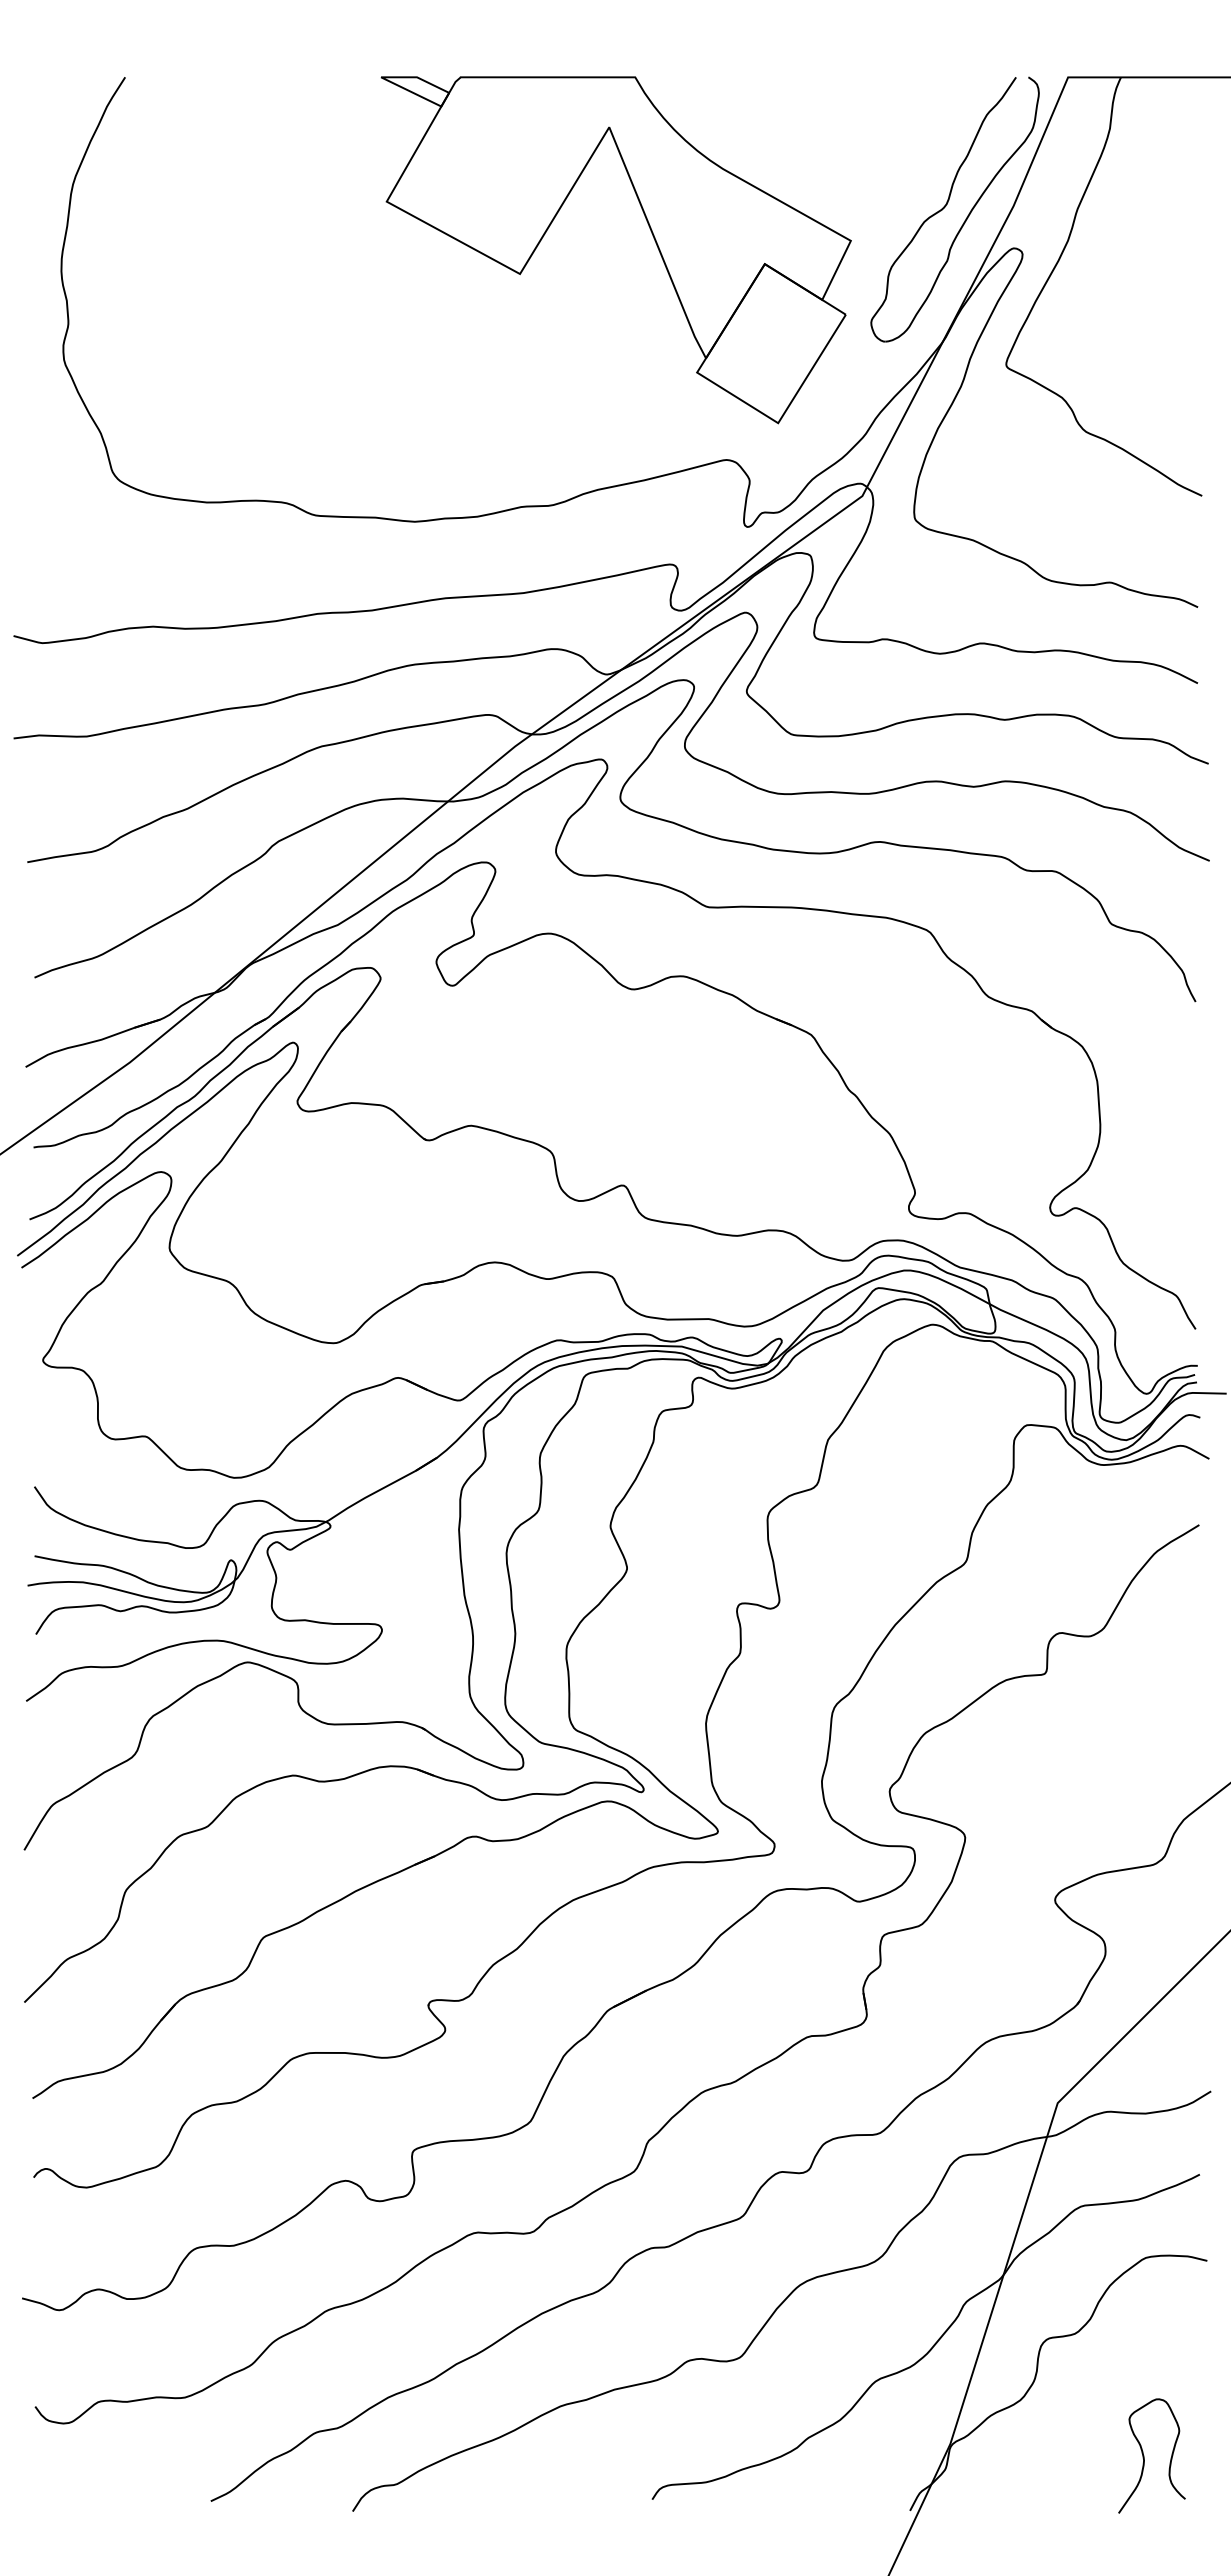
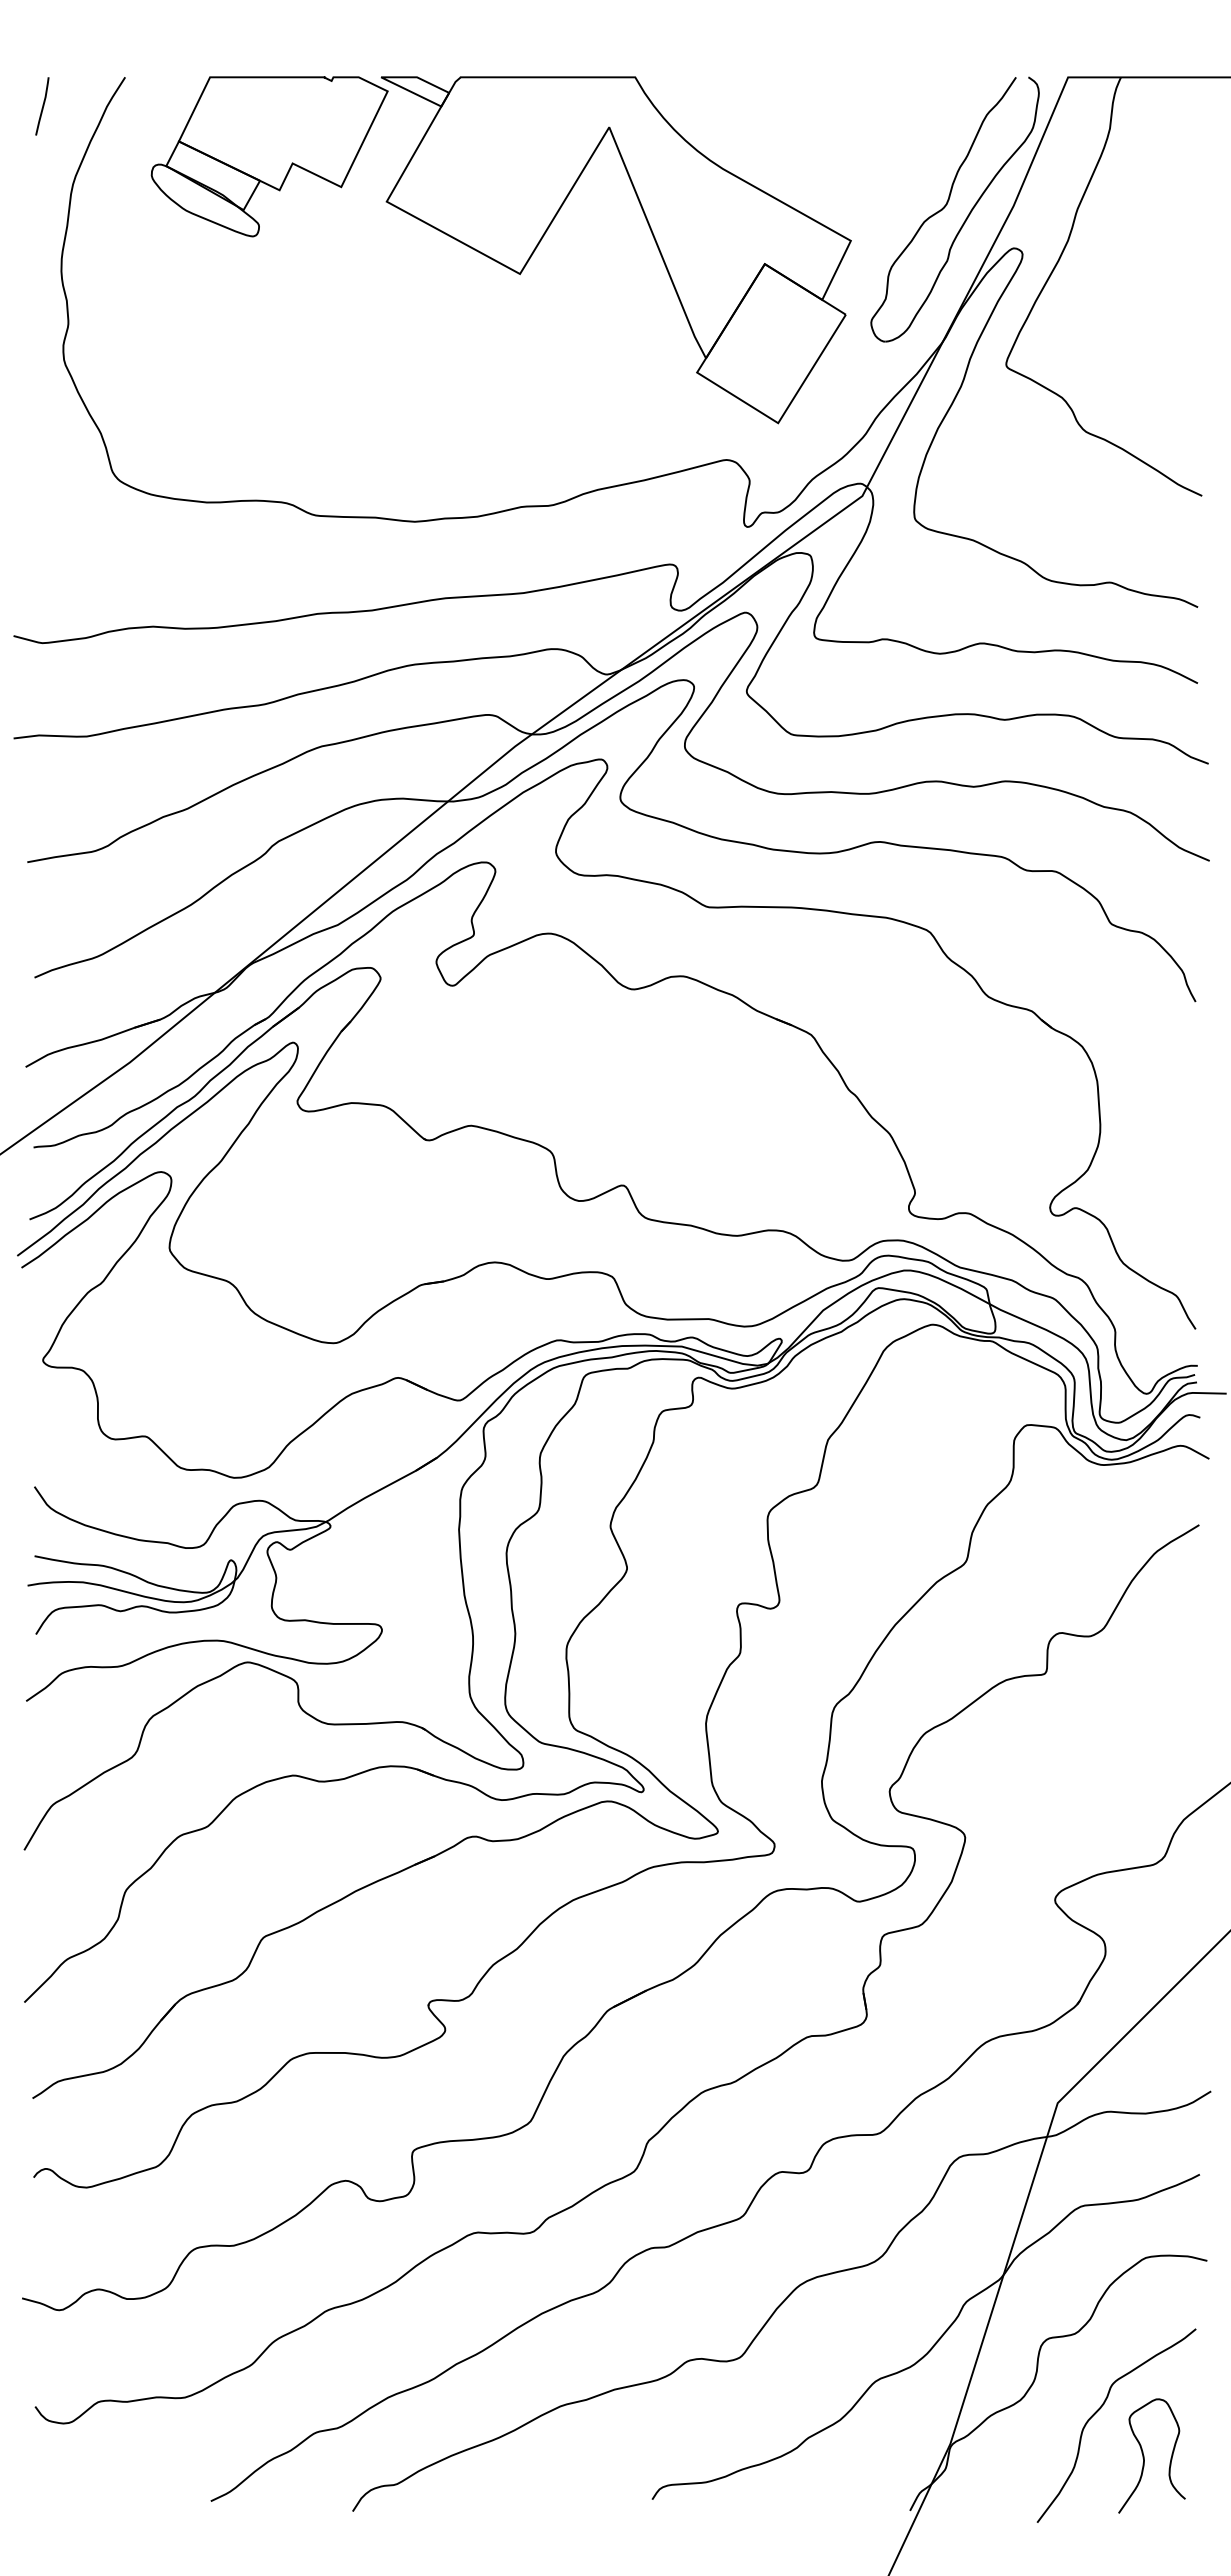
line at (42, 106): none -> present
part at (269, 156): none -> present
curve at (1100, 2409): none -> present
